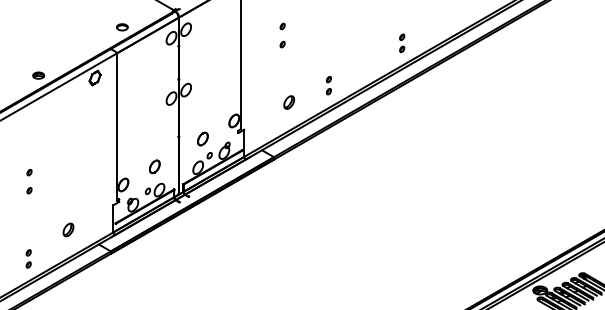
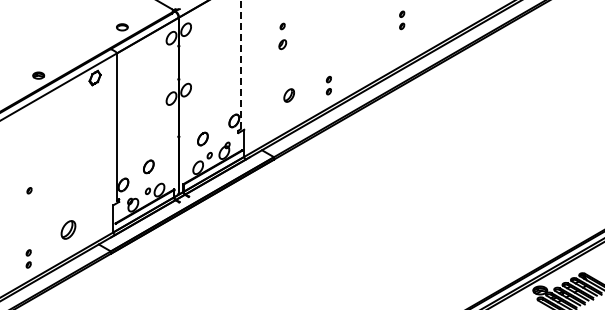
part at (402, 43) position: (402, 43) -> (402, 20)
part at (282, 44) size: 7x9 px -> 10x12 px
line at (240, 64): solid -> dashed
part at (288, 102) position: (288, 102) -> (288, 95)
part at (154, 166) position: (154, 166) -> (148, 166)
part at (29, 172): present -> none
part at (68, 229) size: 13x16 px -> 17x20 px
